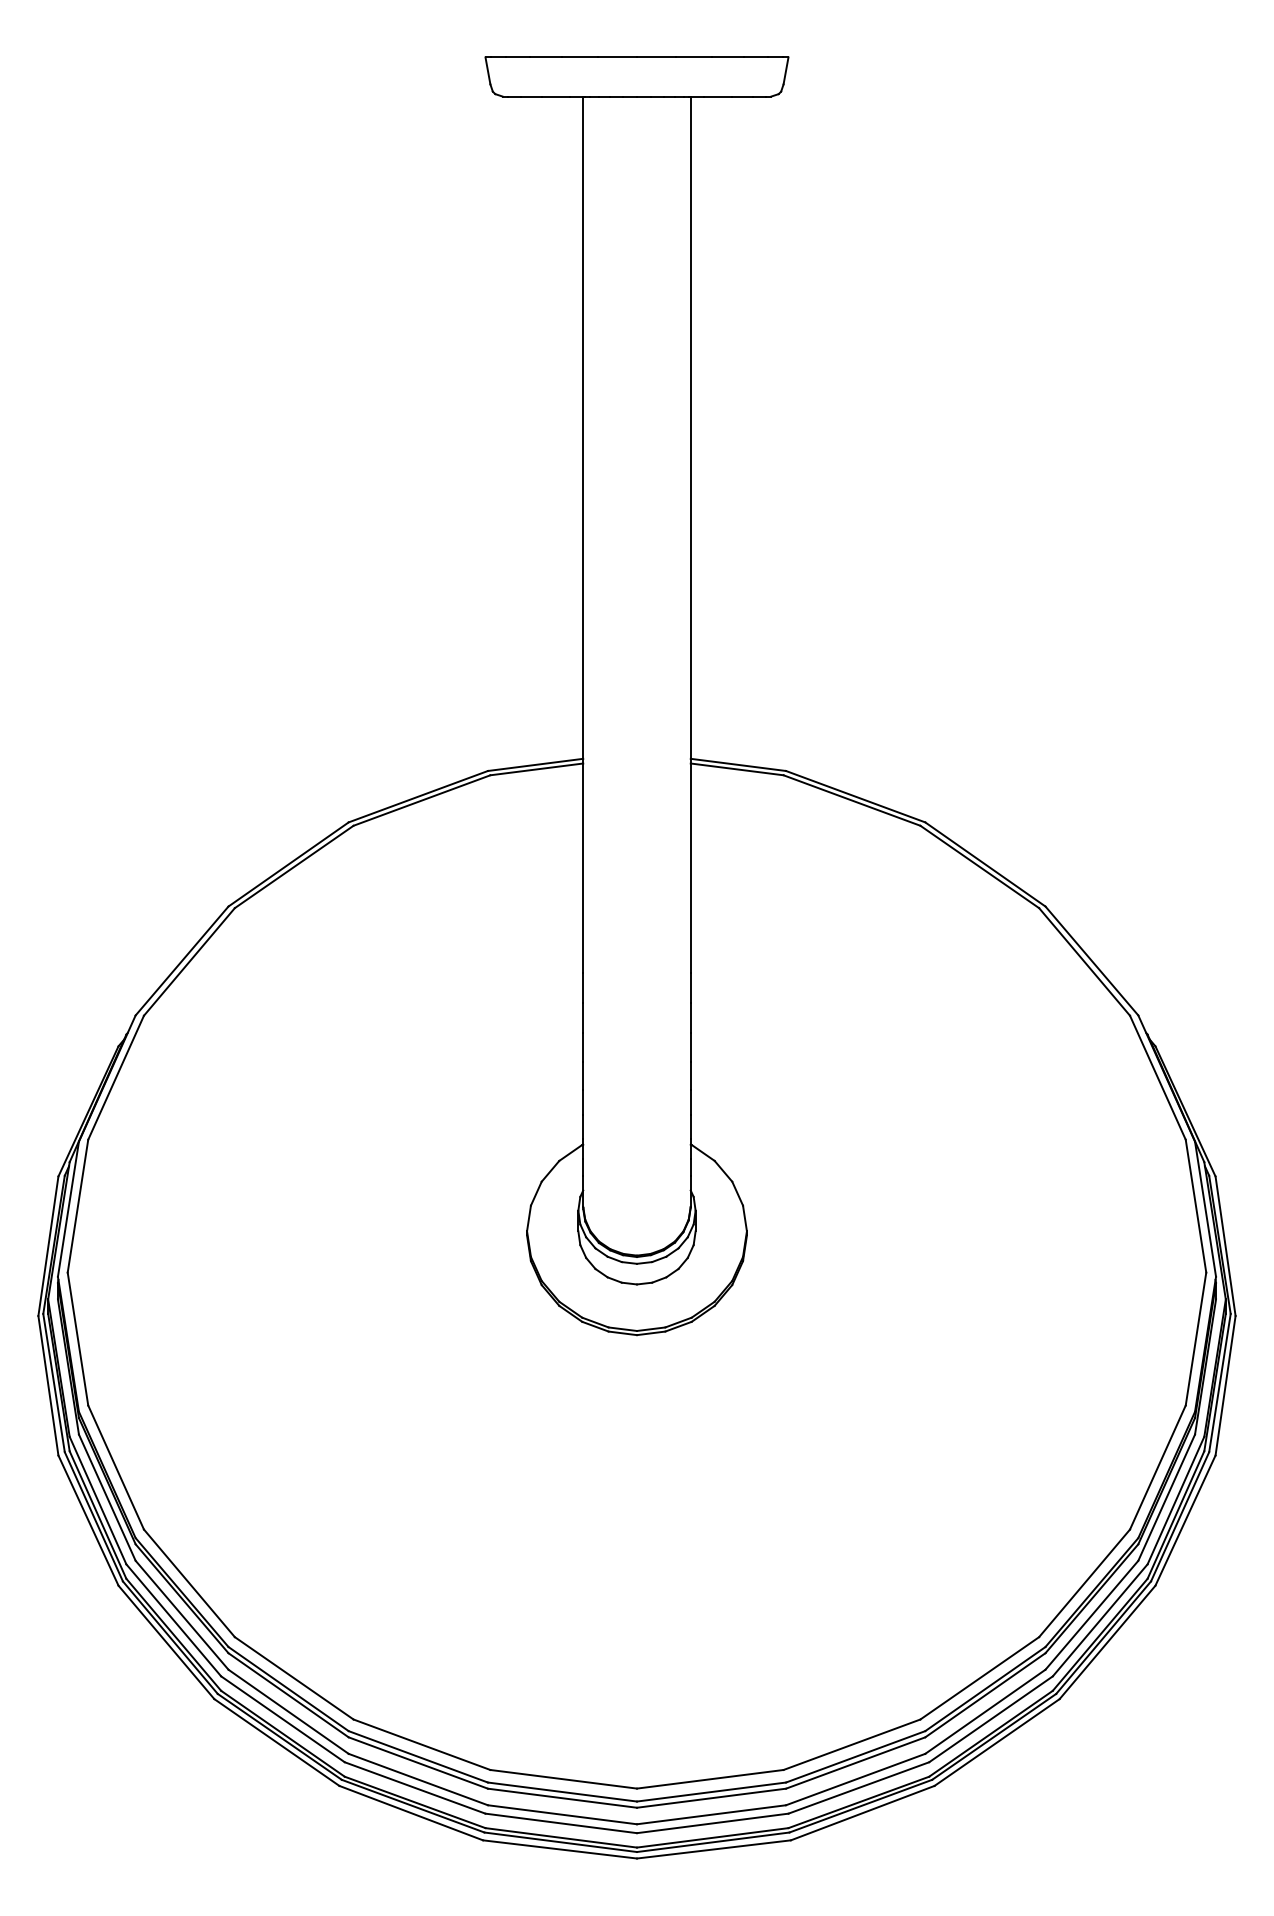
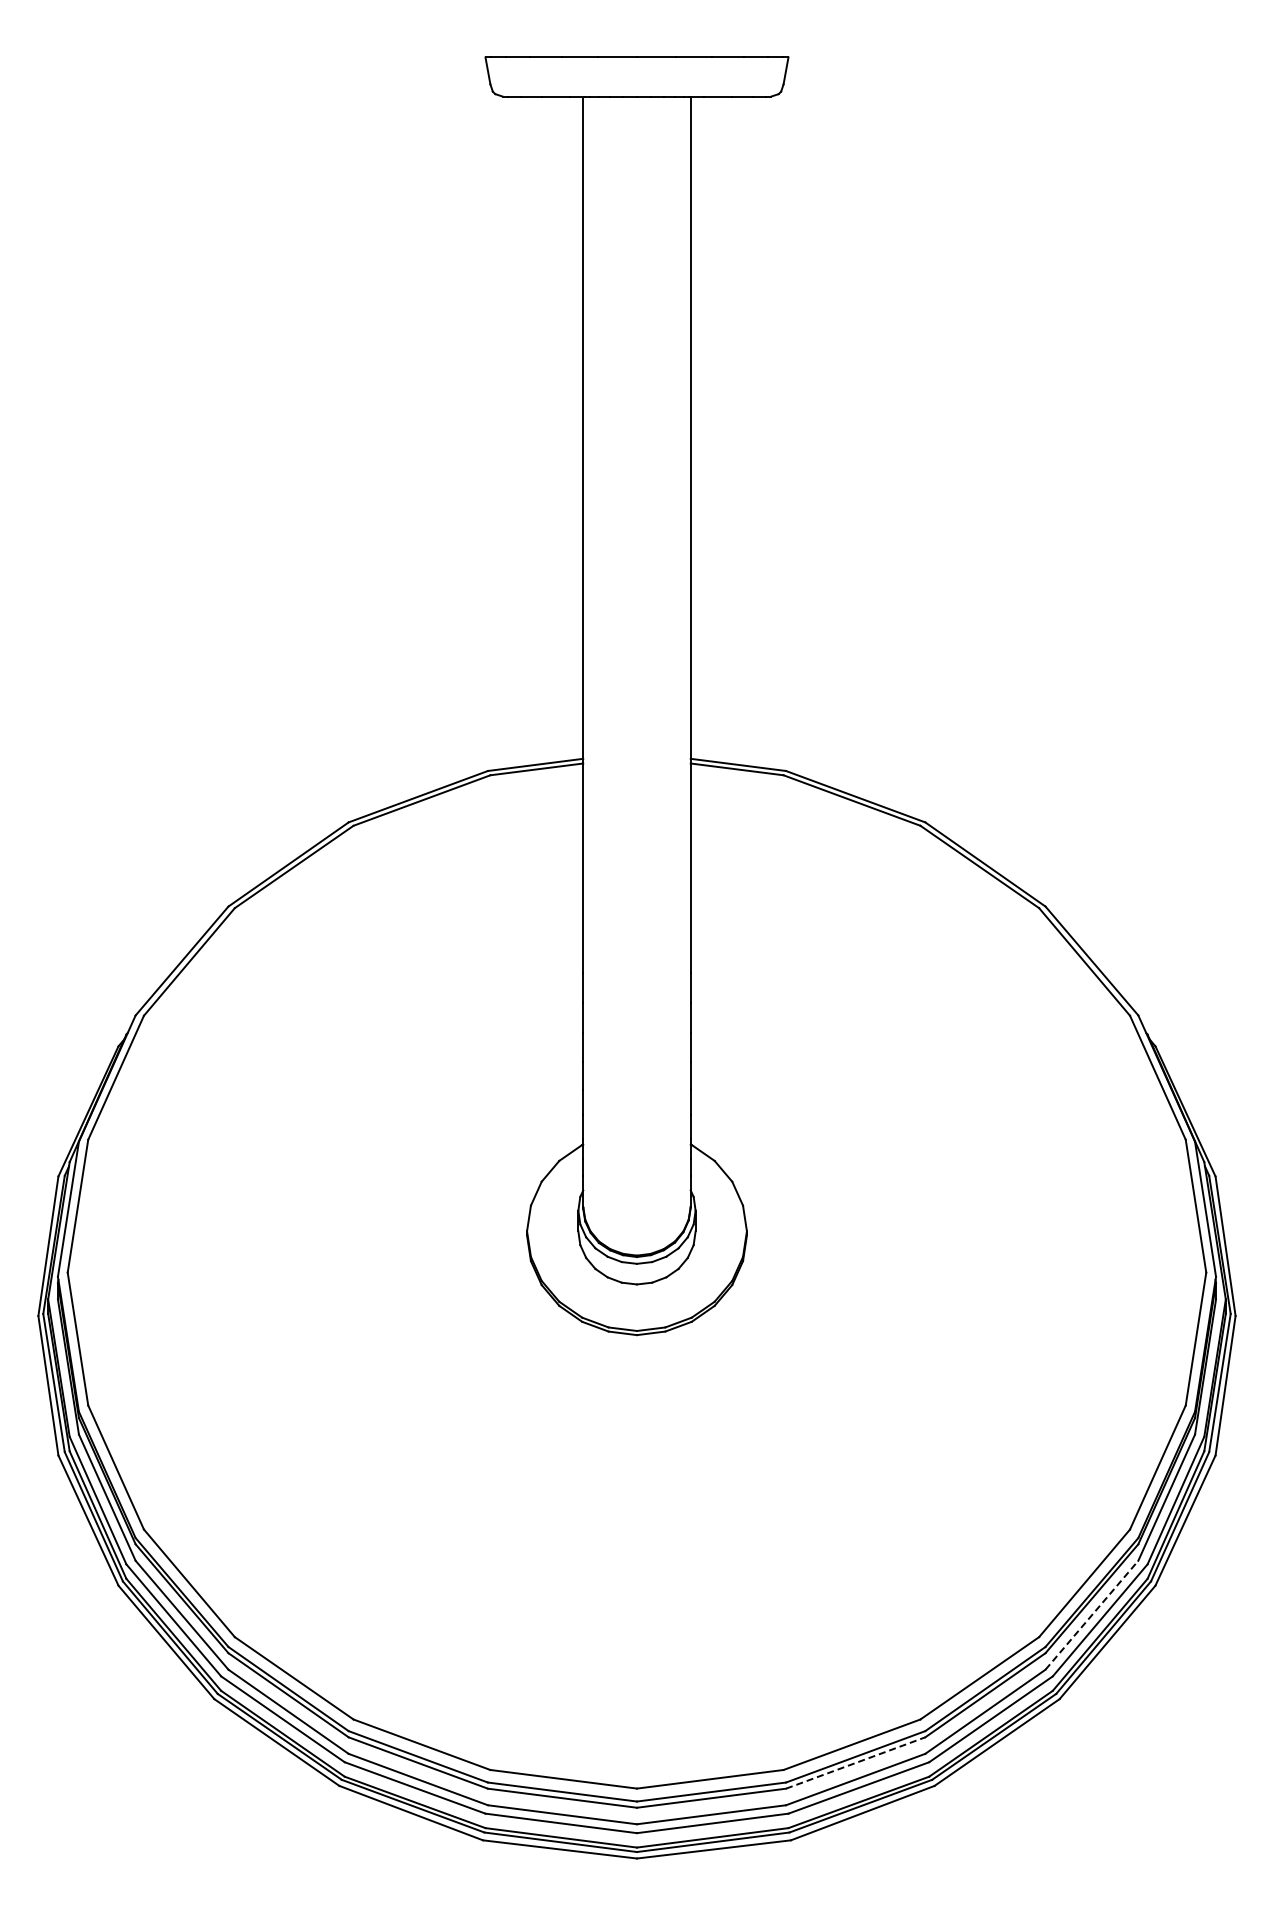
line at (1091, 1615): solid -> dashed
line at (856, 1762): solid -> dashed
